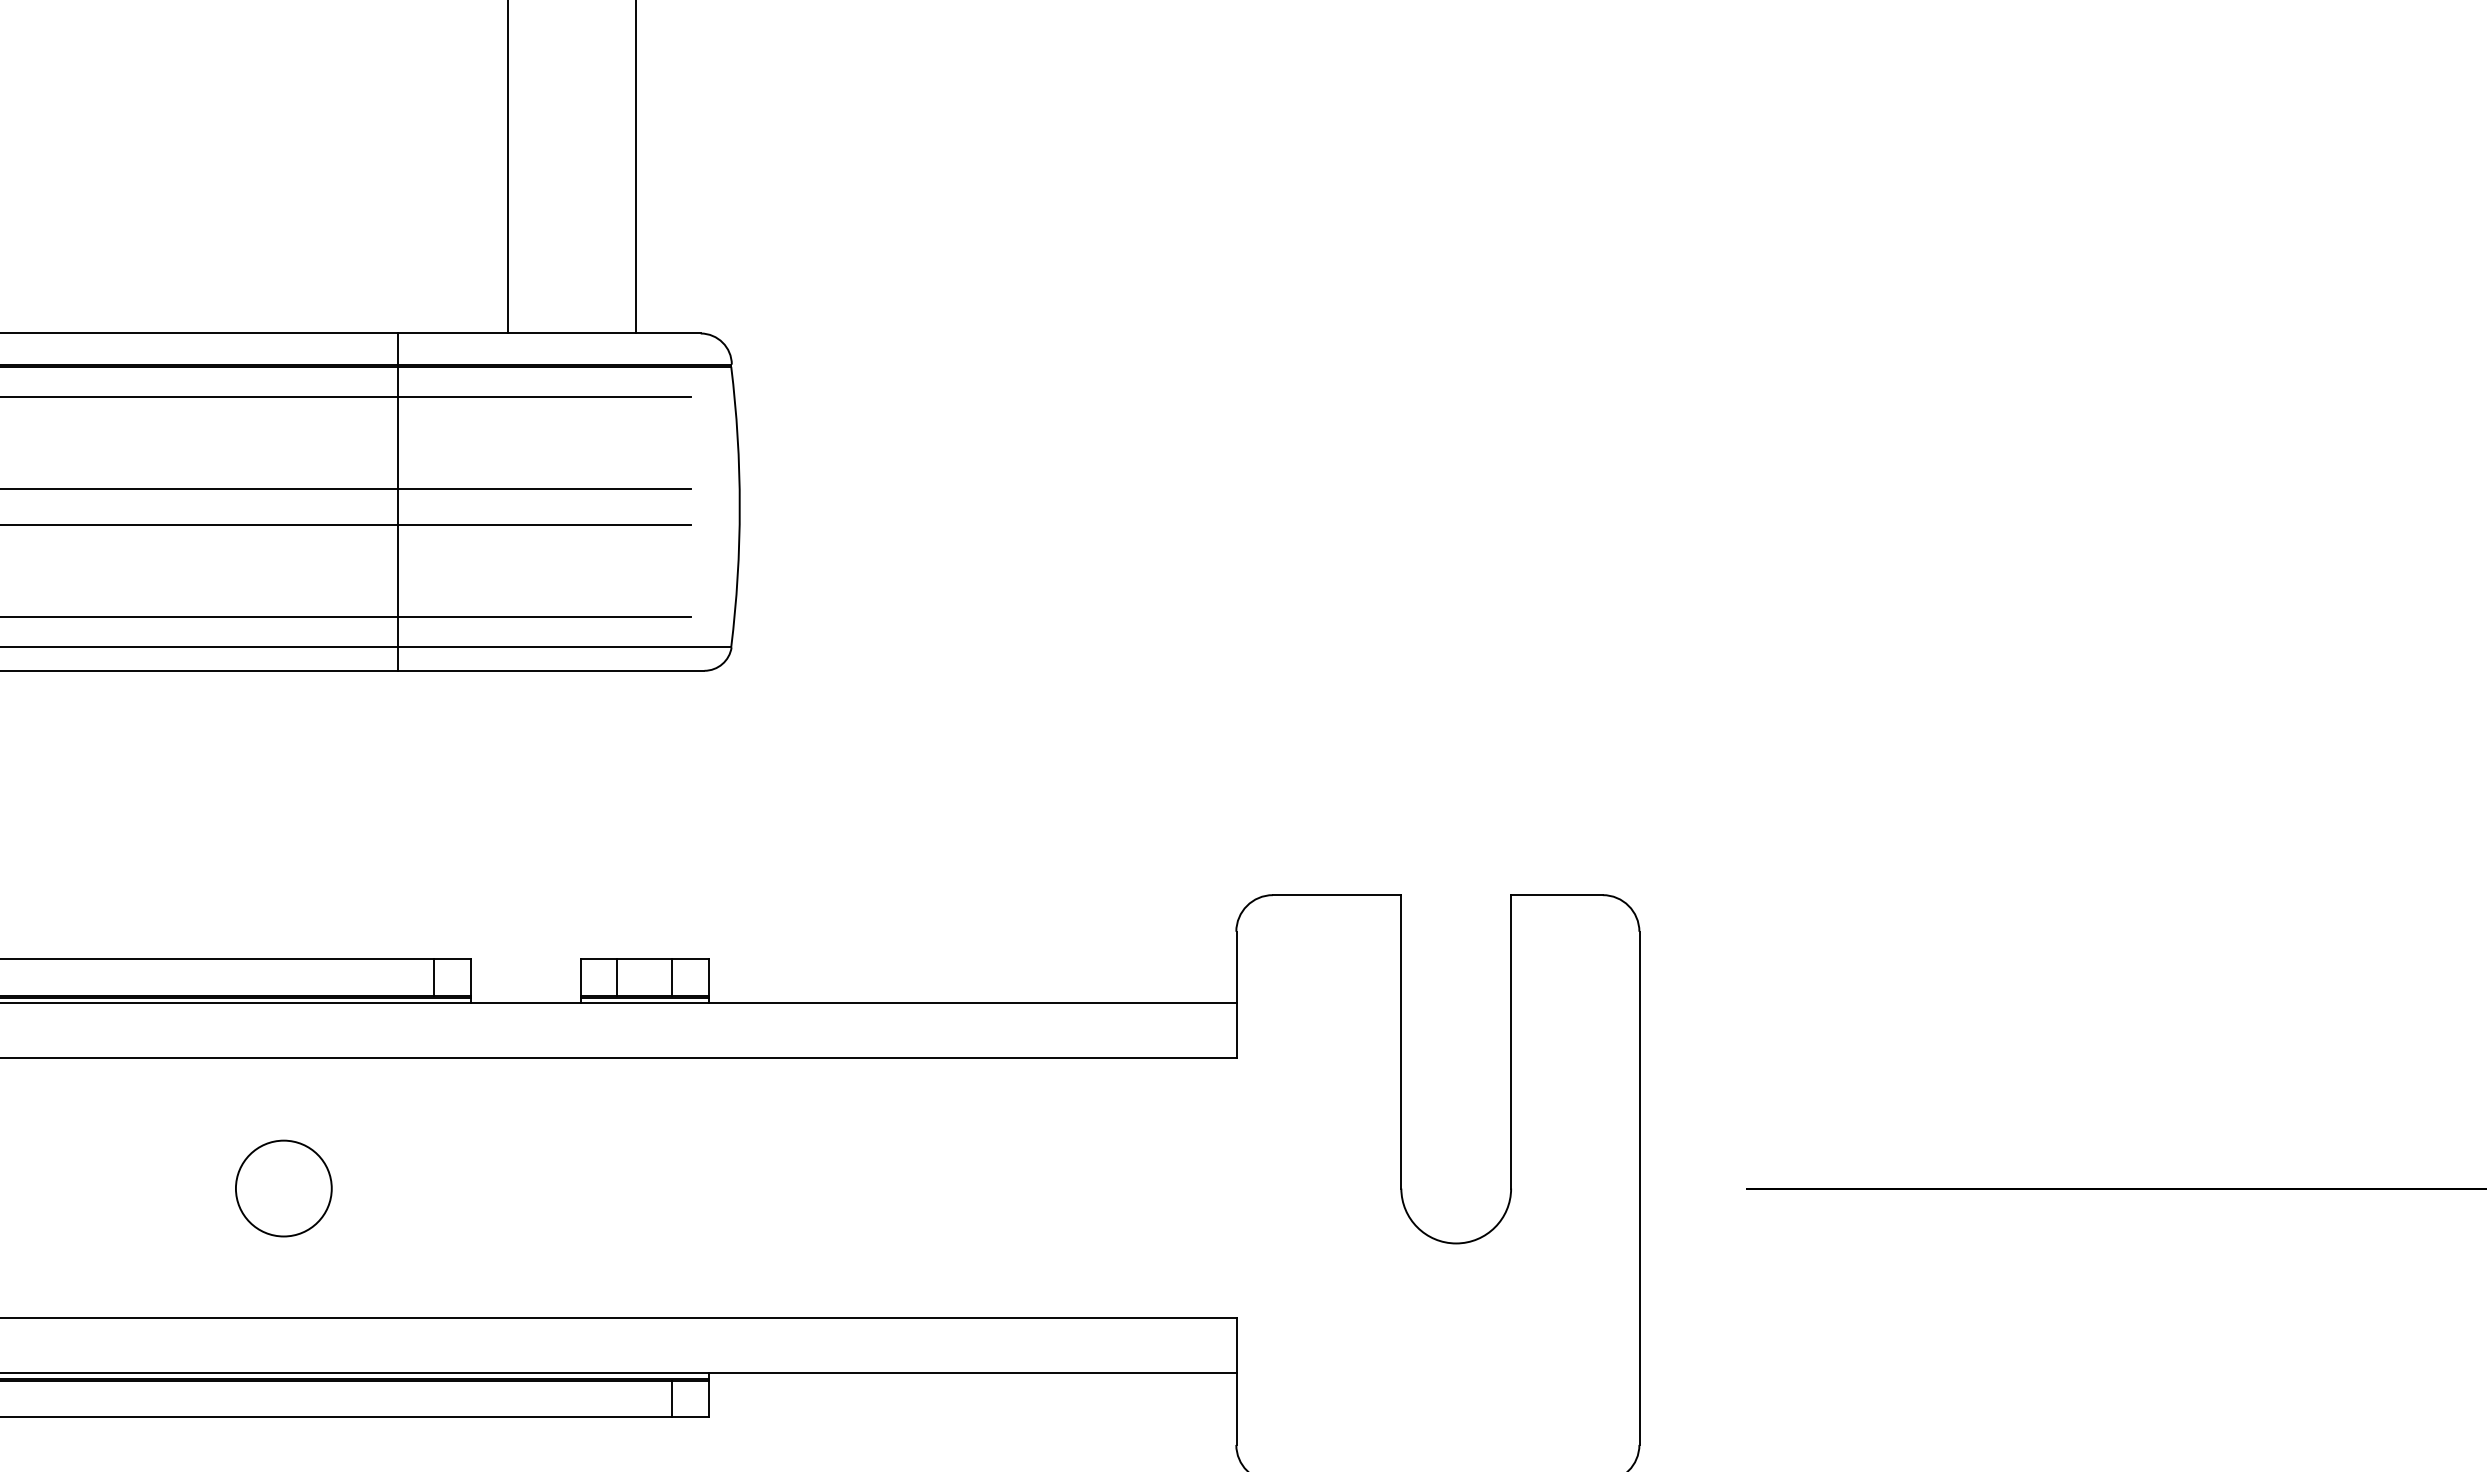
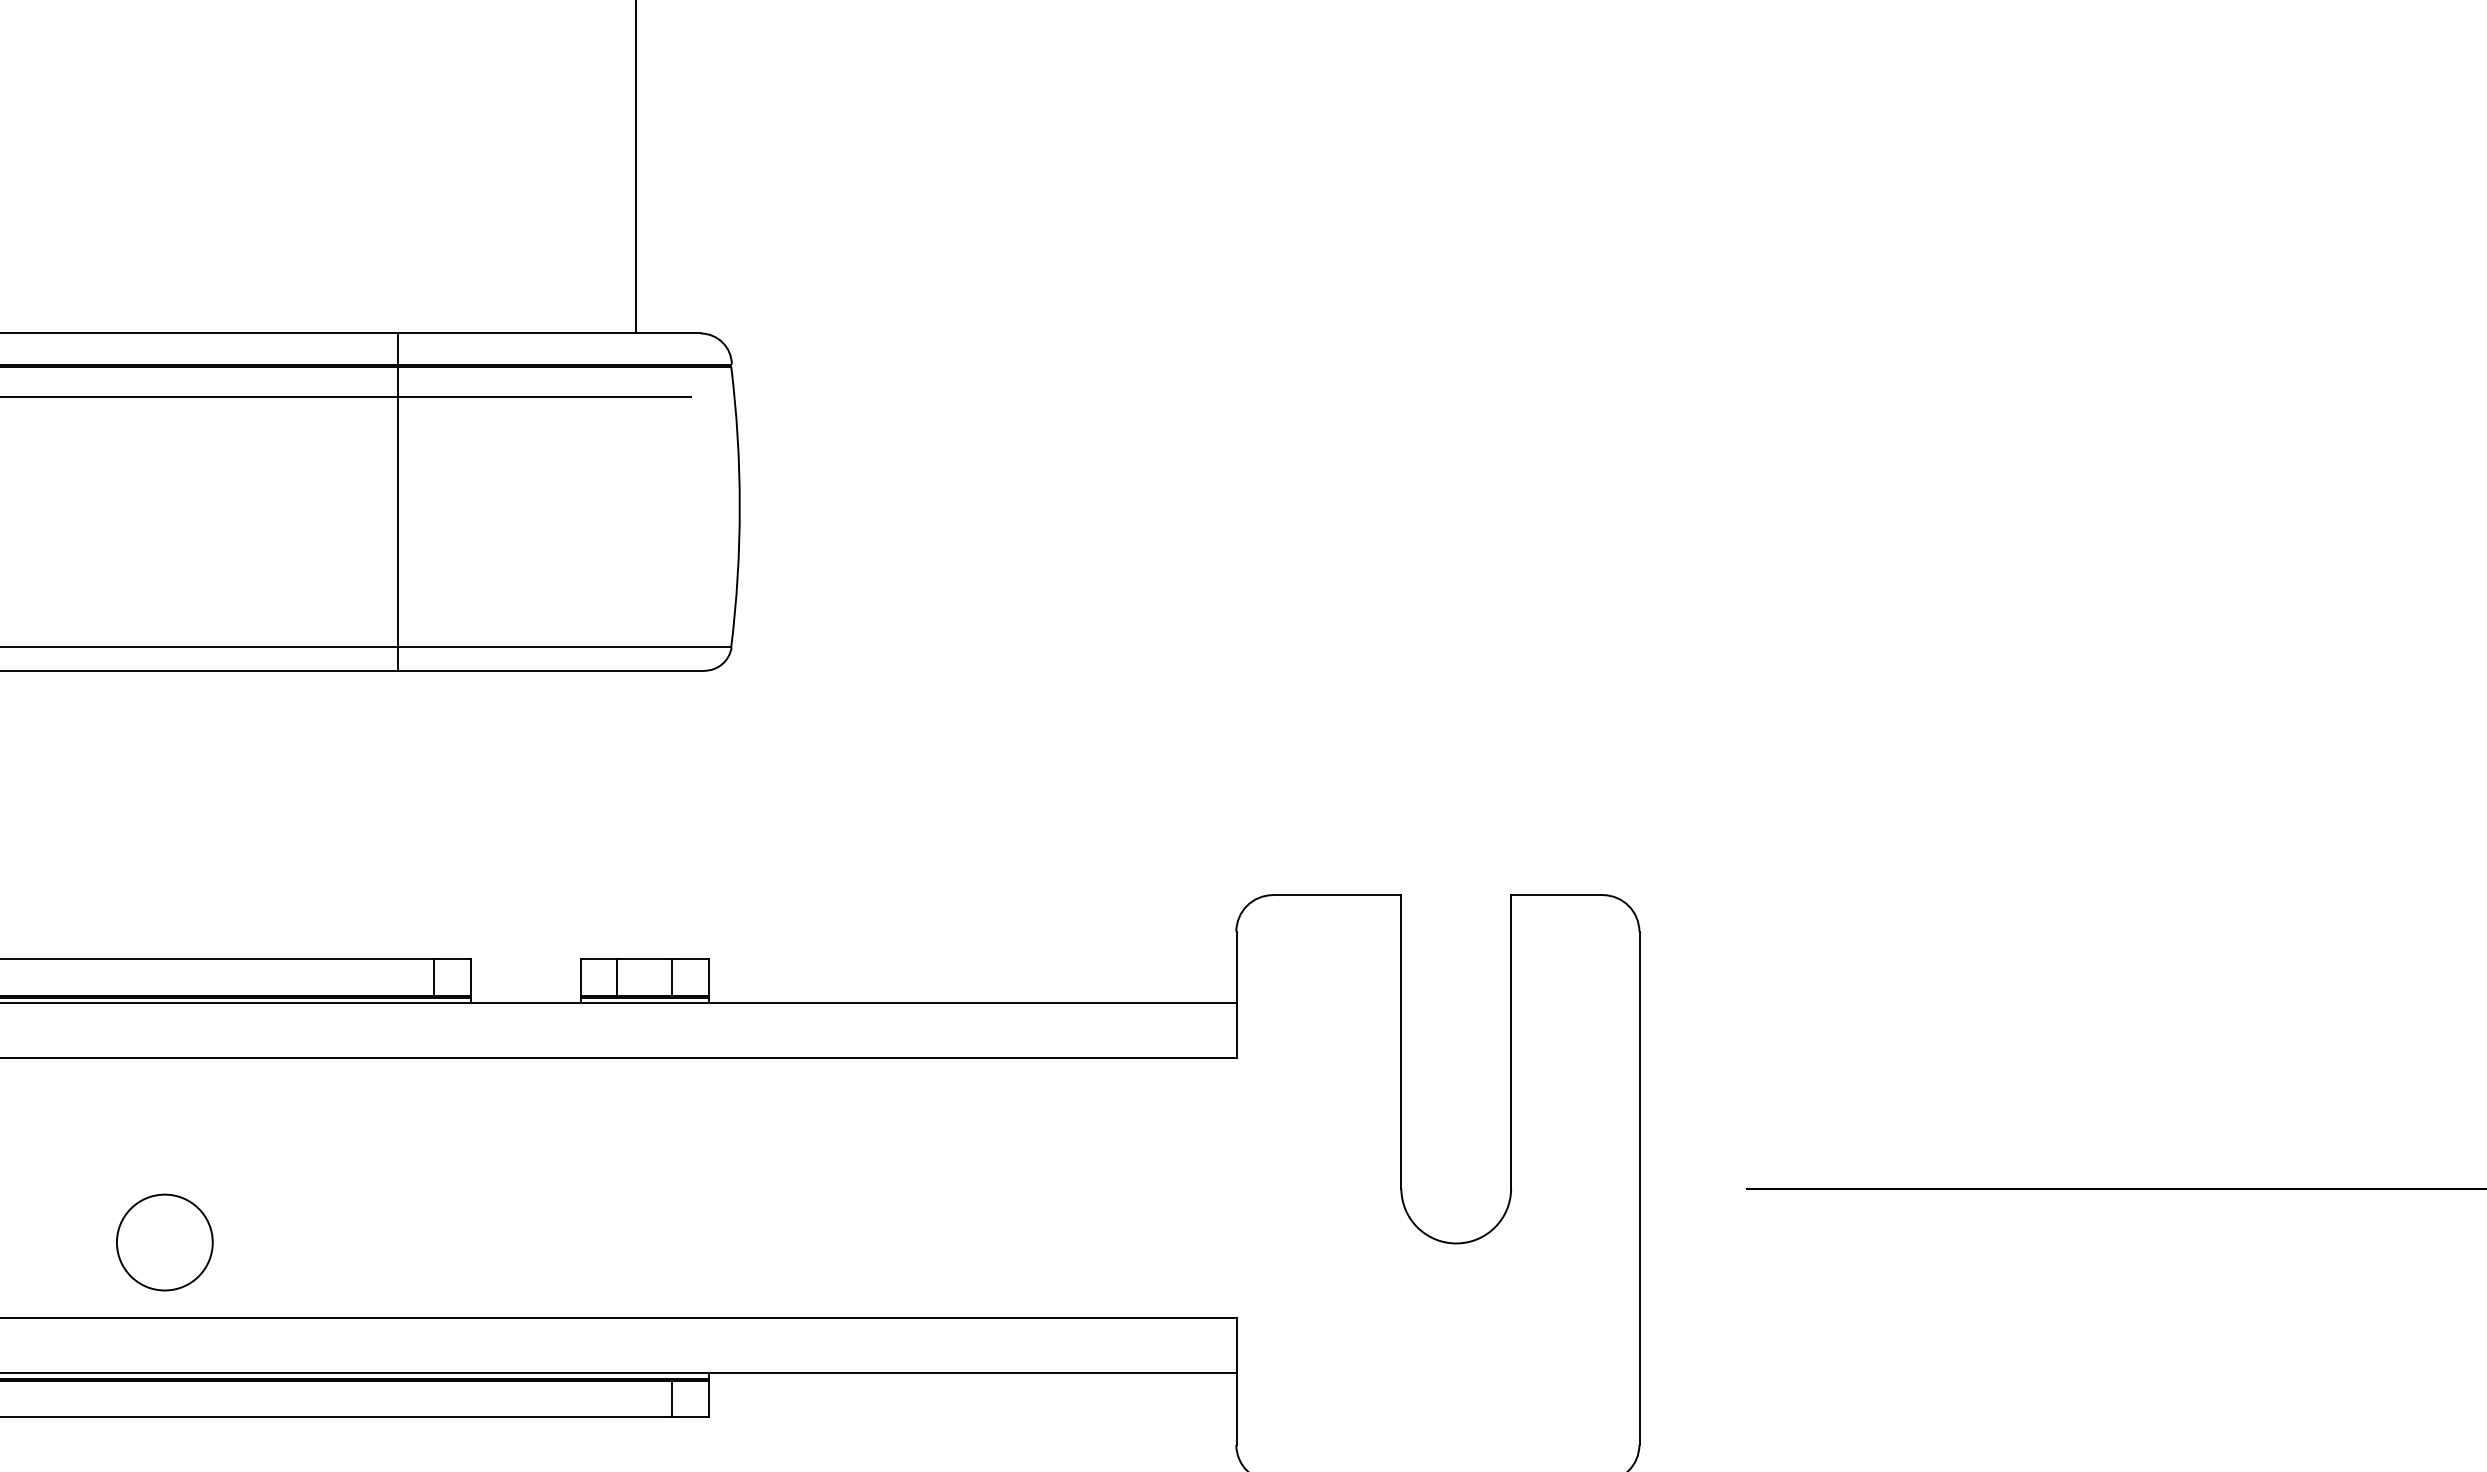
line at (507, 167): present -> none
line at (346, 488): present -> none
line at (346, 525): present -> none
line at (346, 616): present -> none
circle at (283, 1188) position: (283, 1188) -> (164, 1242)
